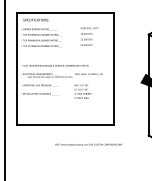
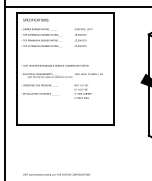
line at (76, 7): none -> present
text at (89, 36) position: (89, 36) -> (83, 37)
text at (88, 144) position: (88, 144) -> (56, 174)
